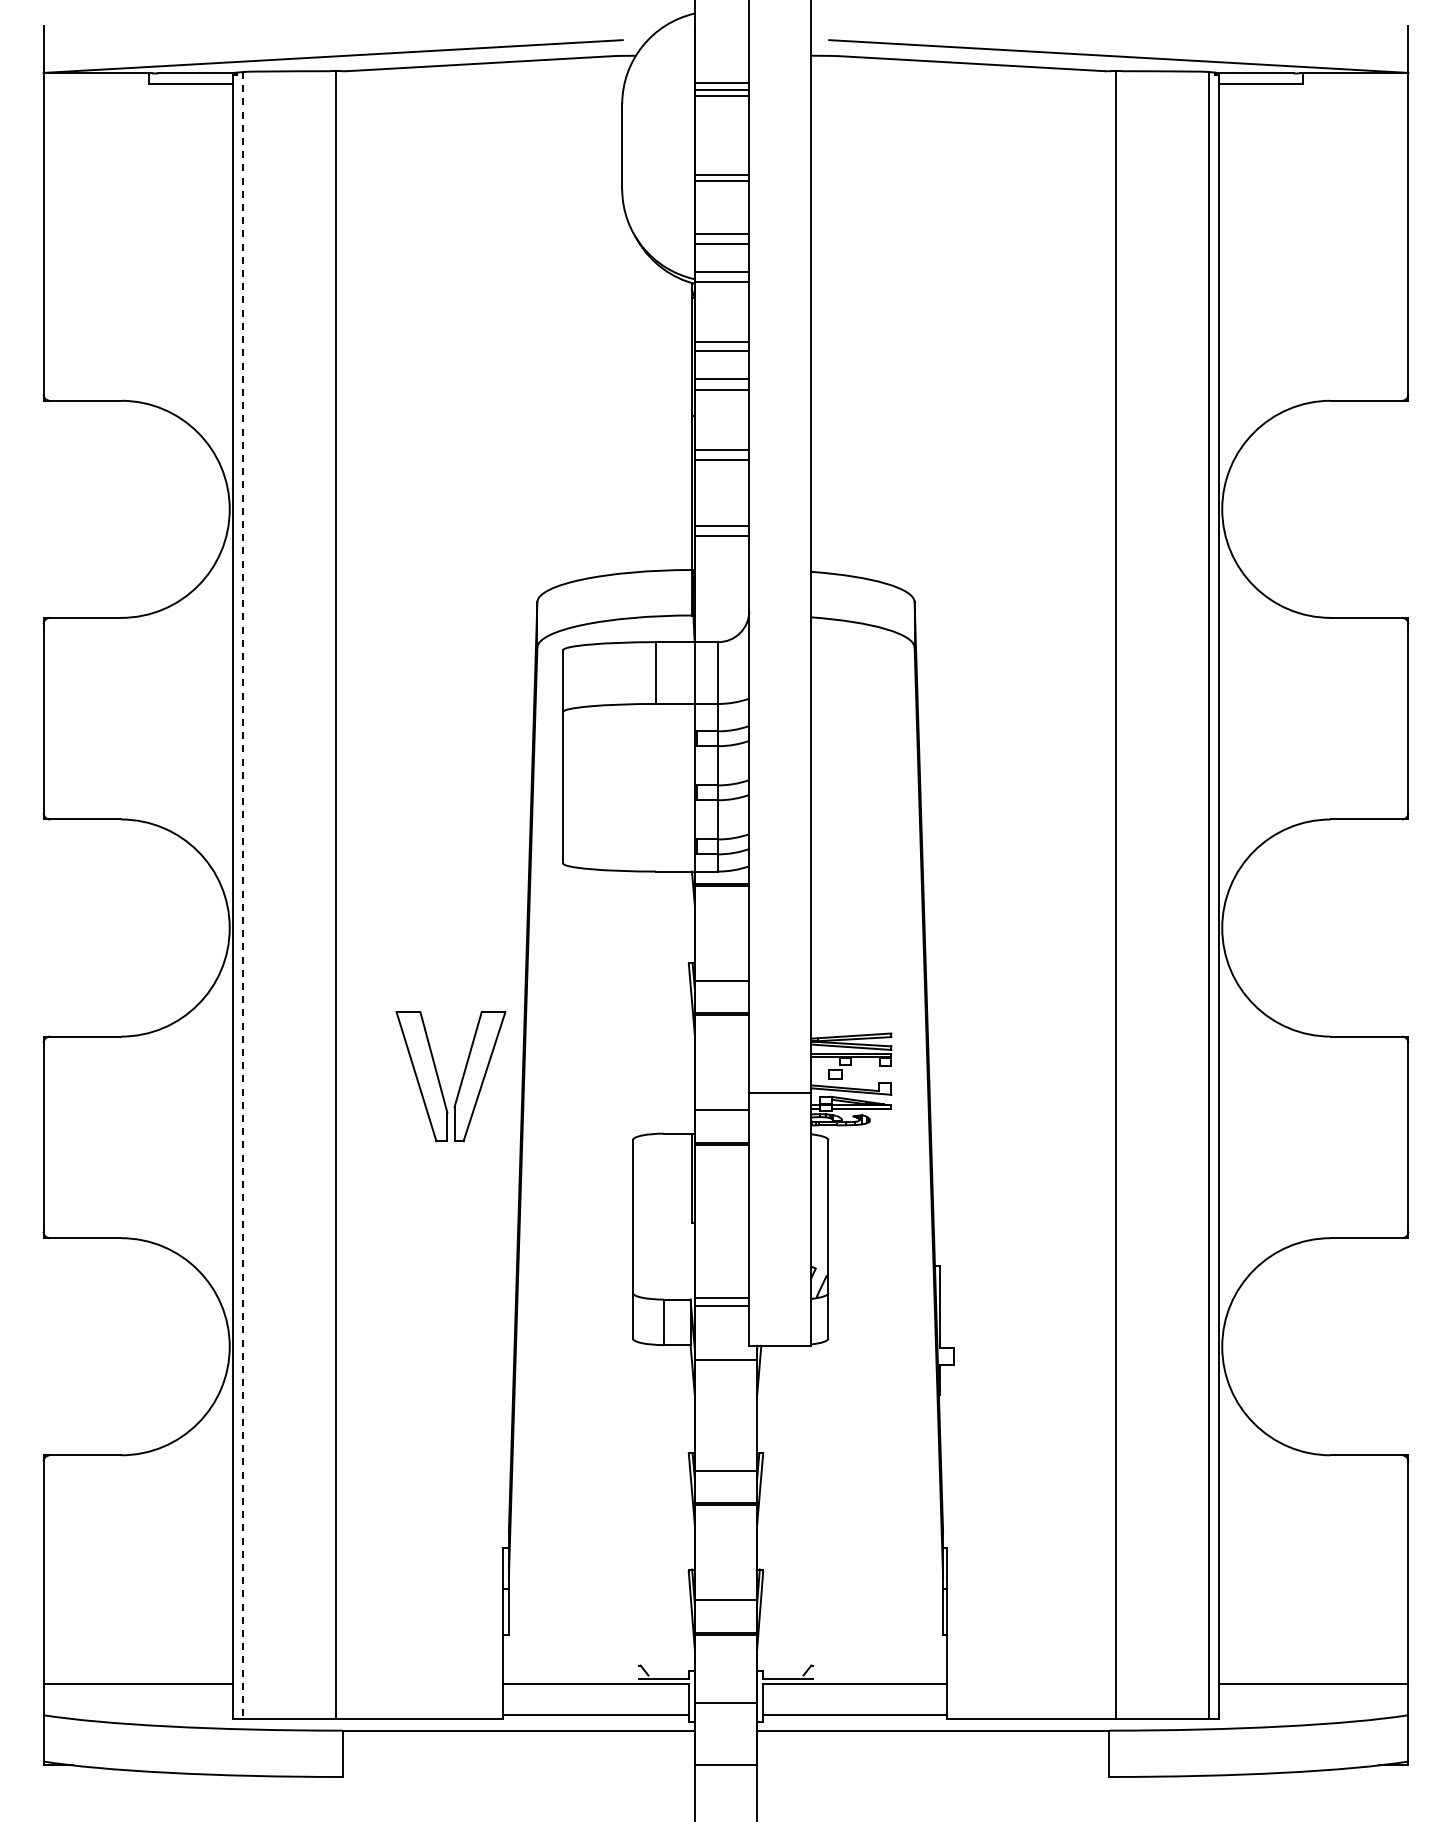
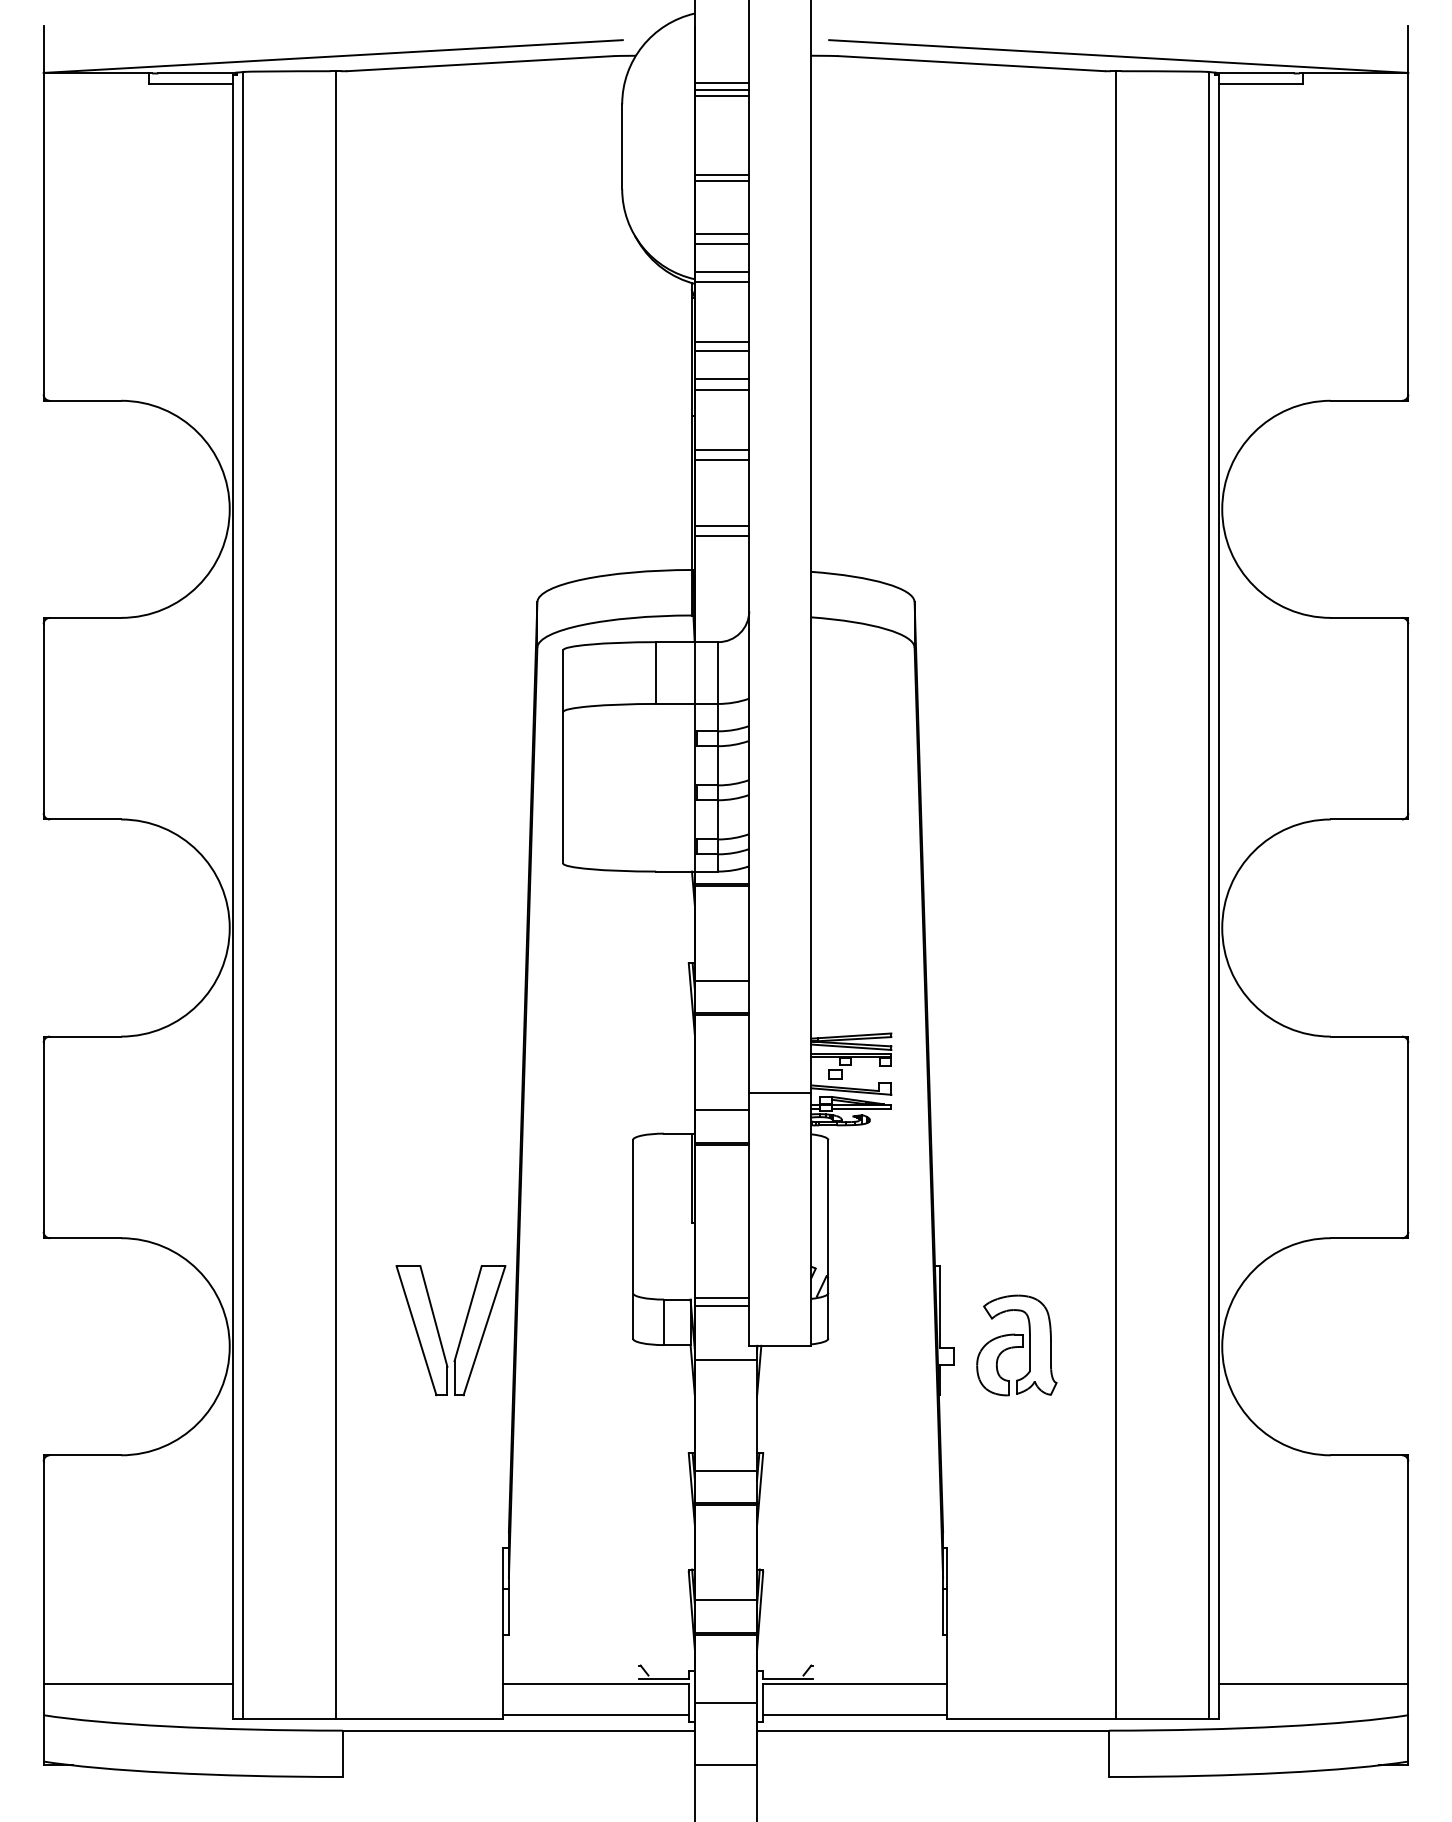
line at (243, 895): dashed -> solid
part at (439, 1078) position: (439, 1078) -> (439, 1332)
part at (1016, 1345): none -> present
